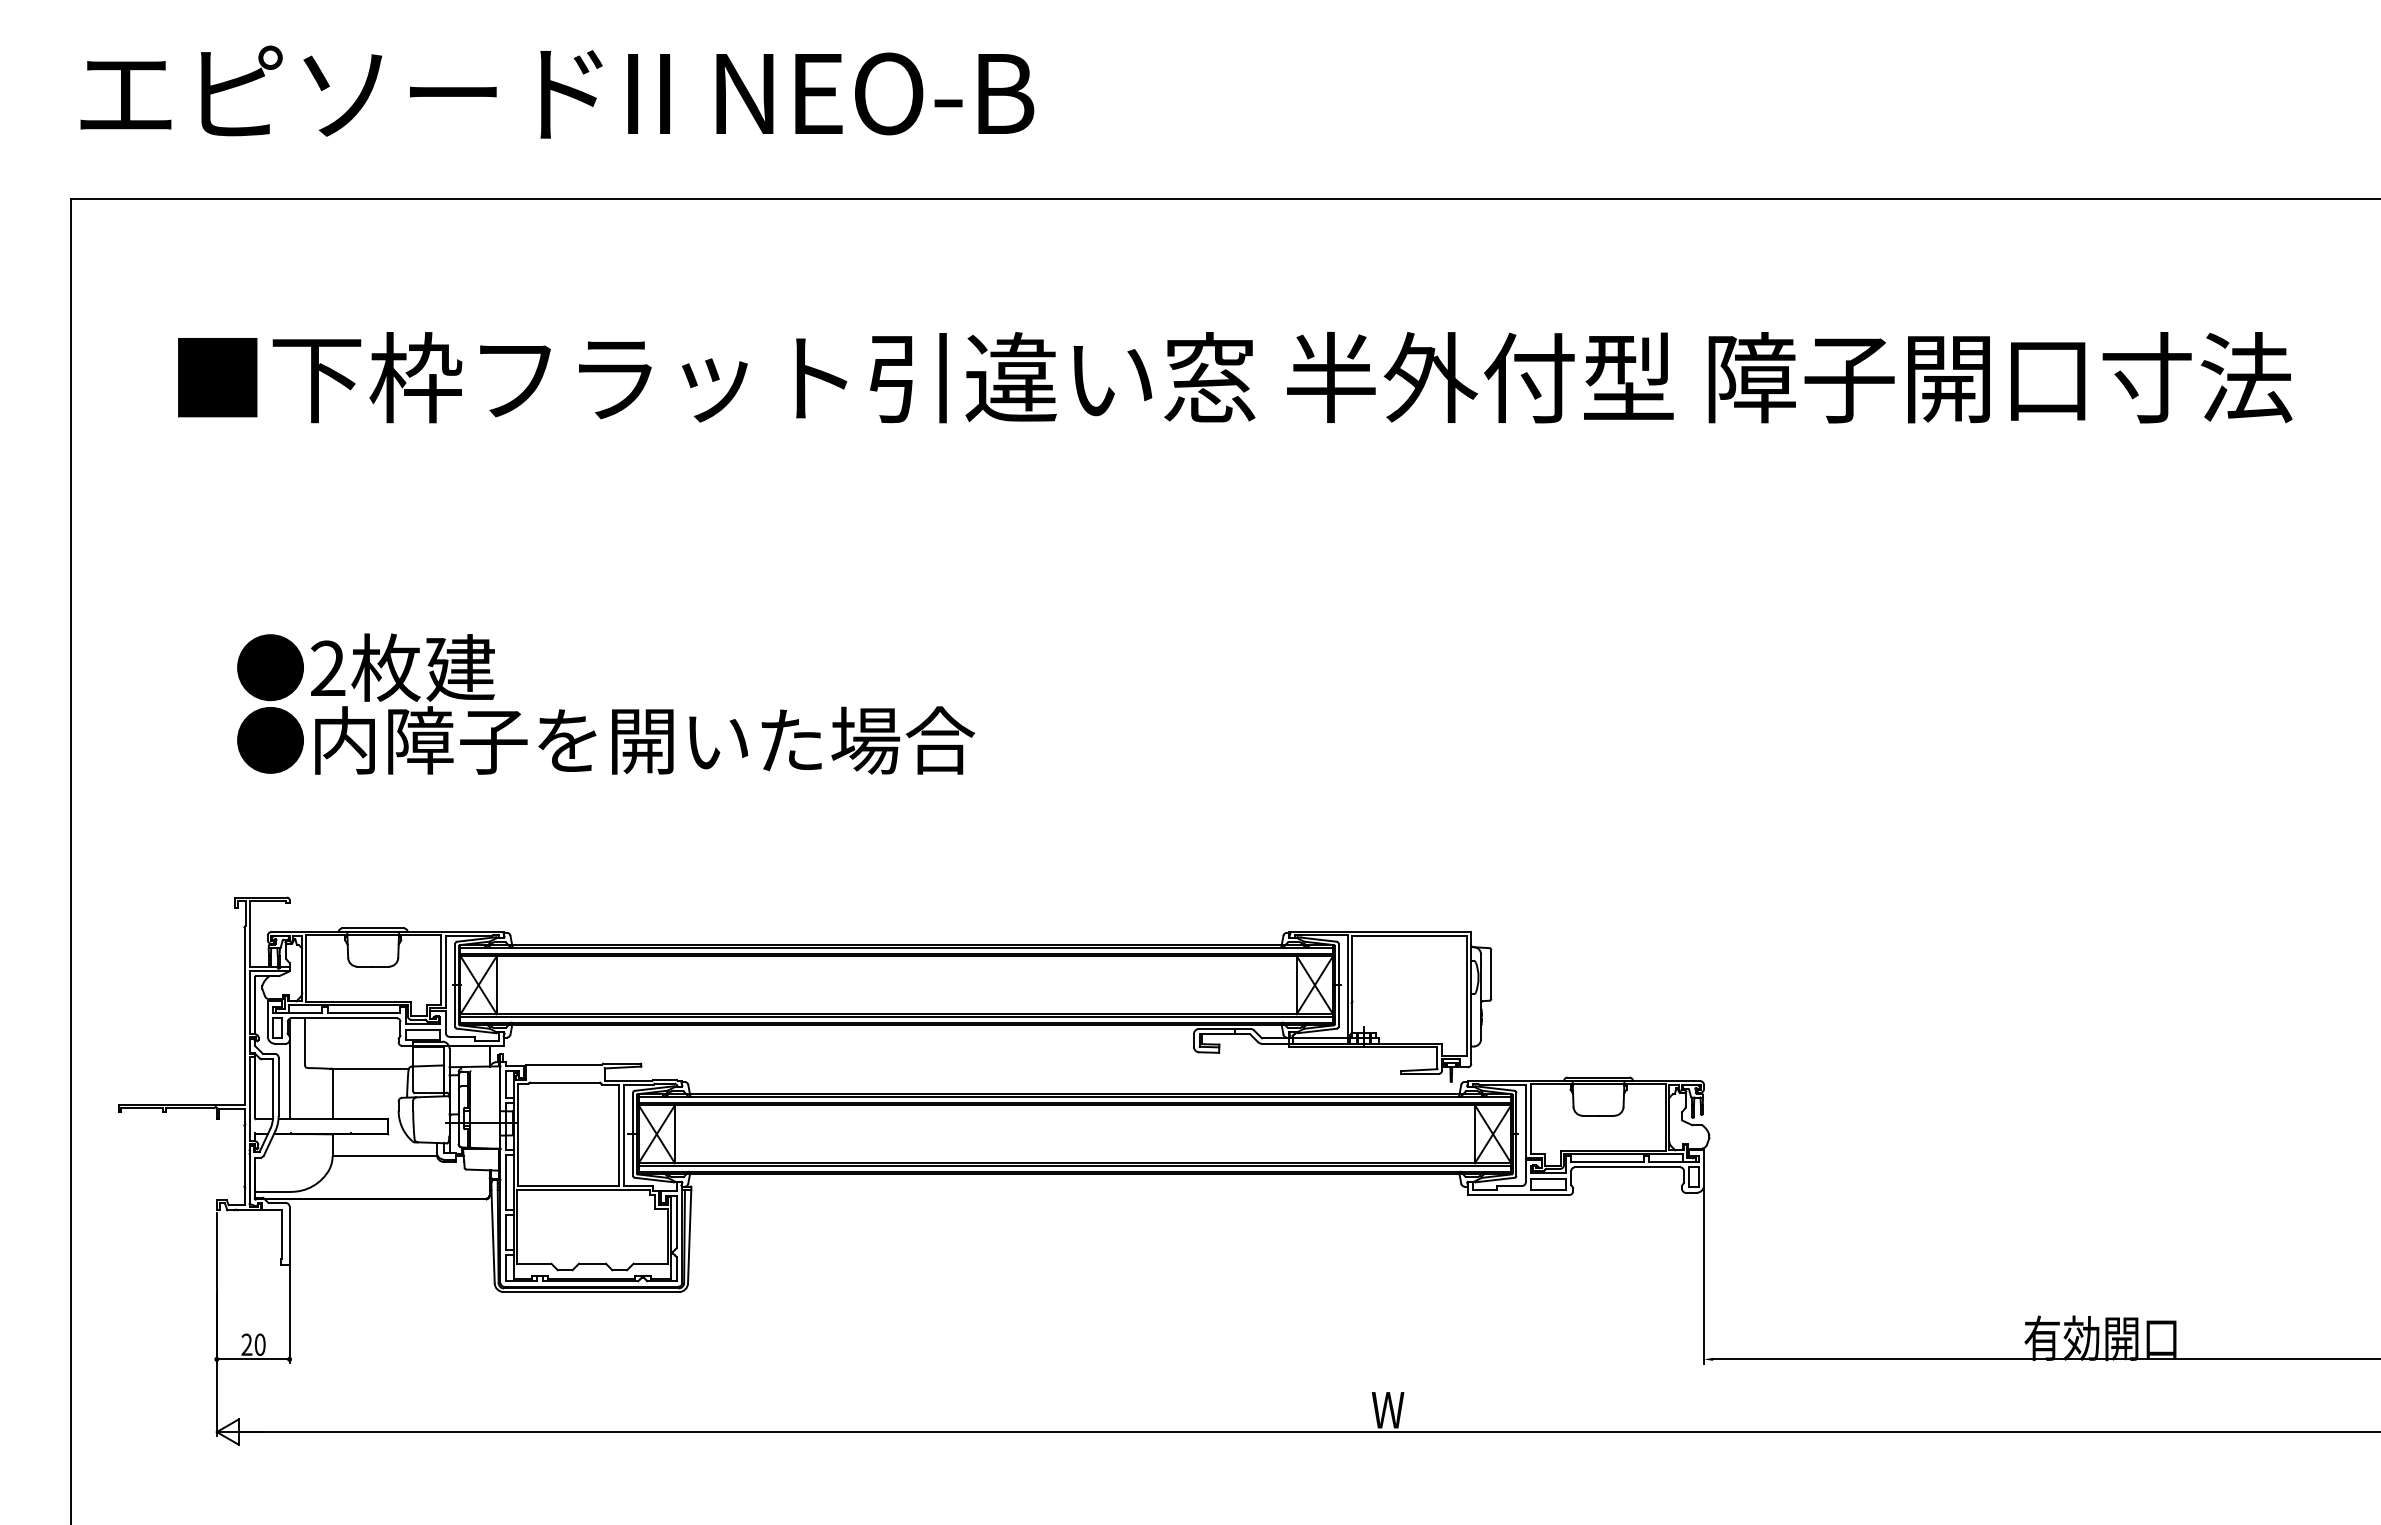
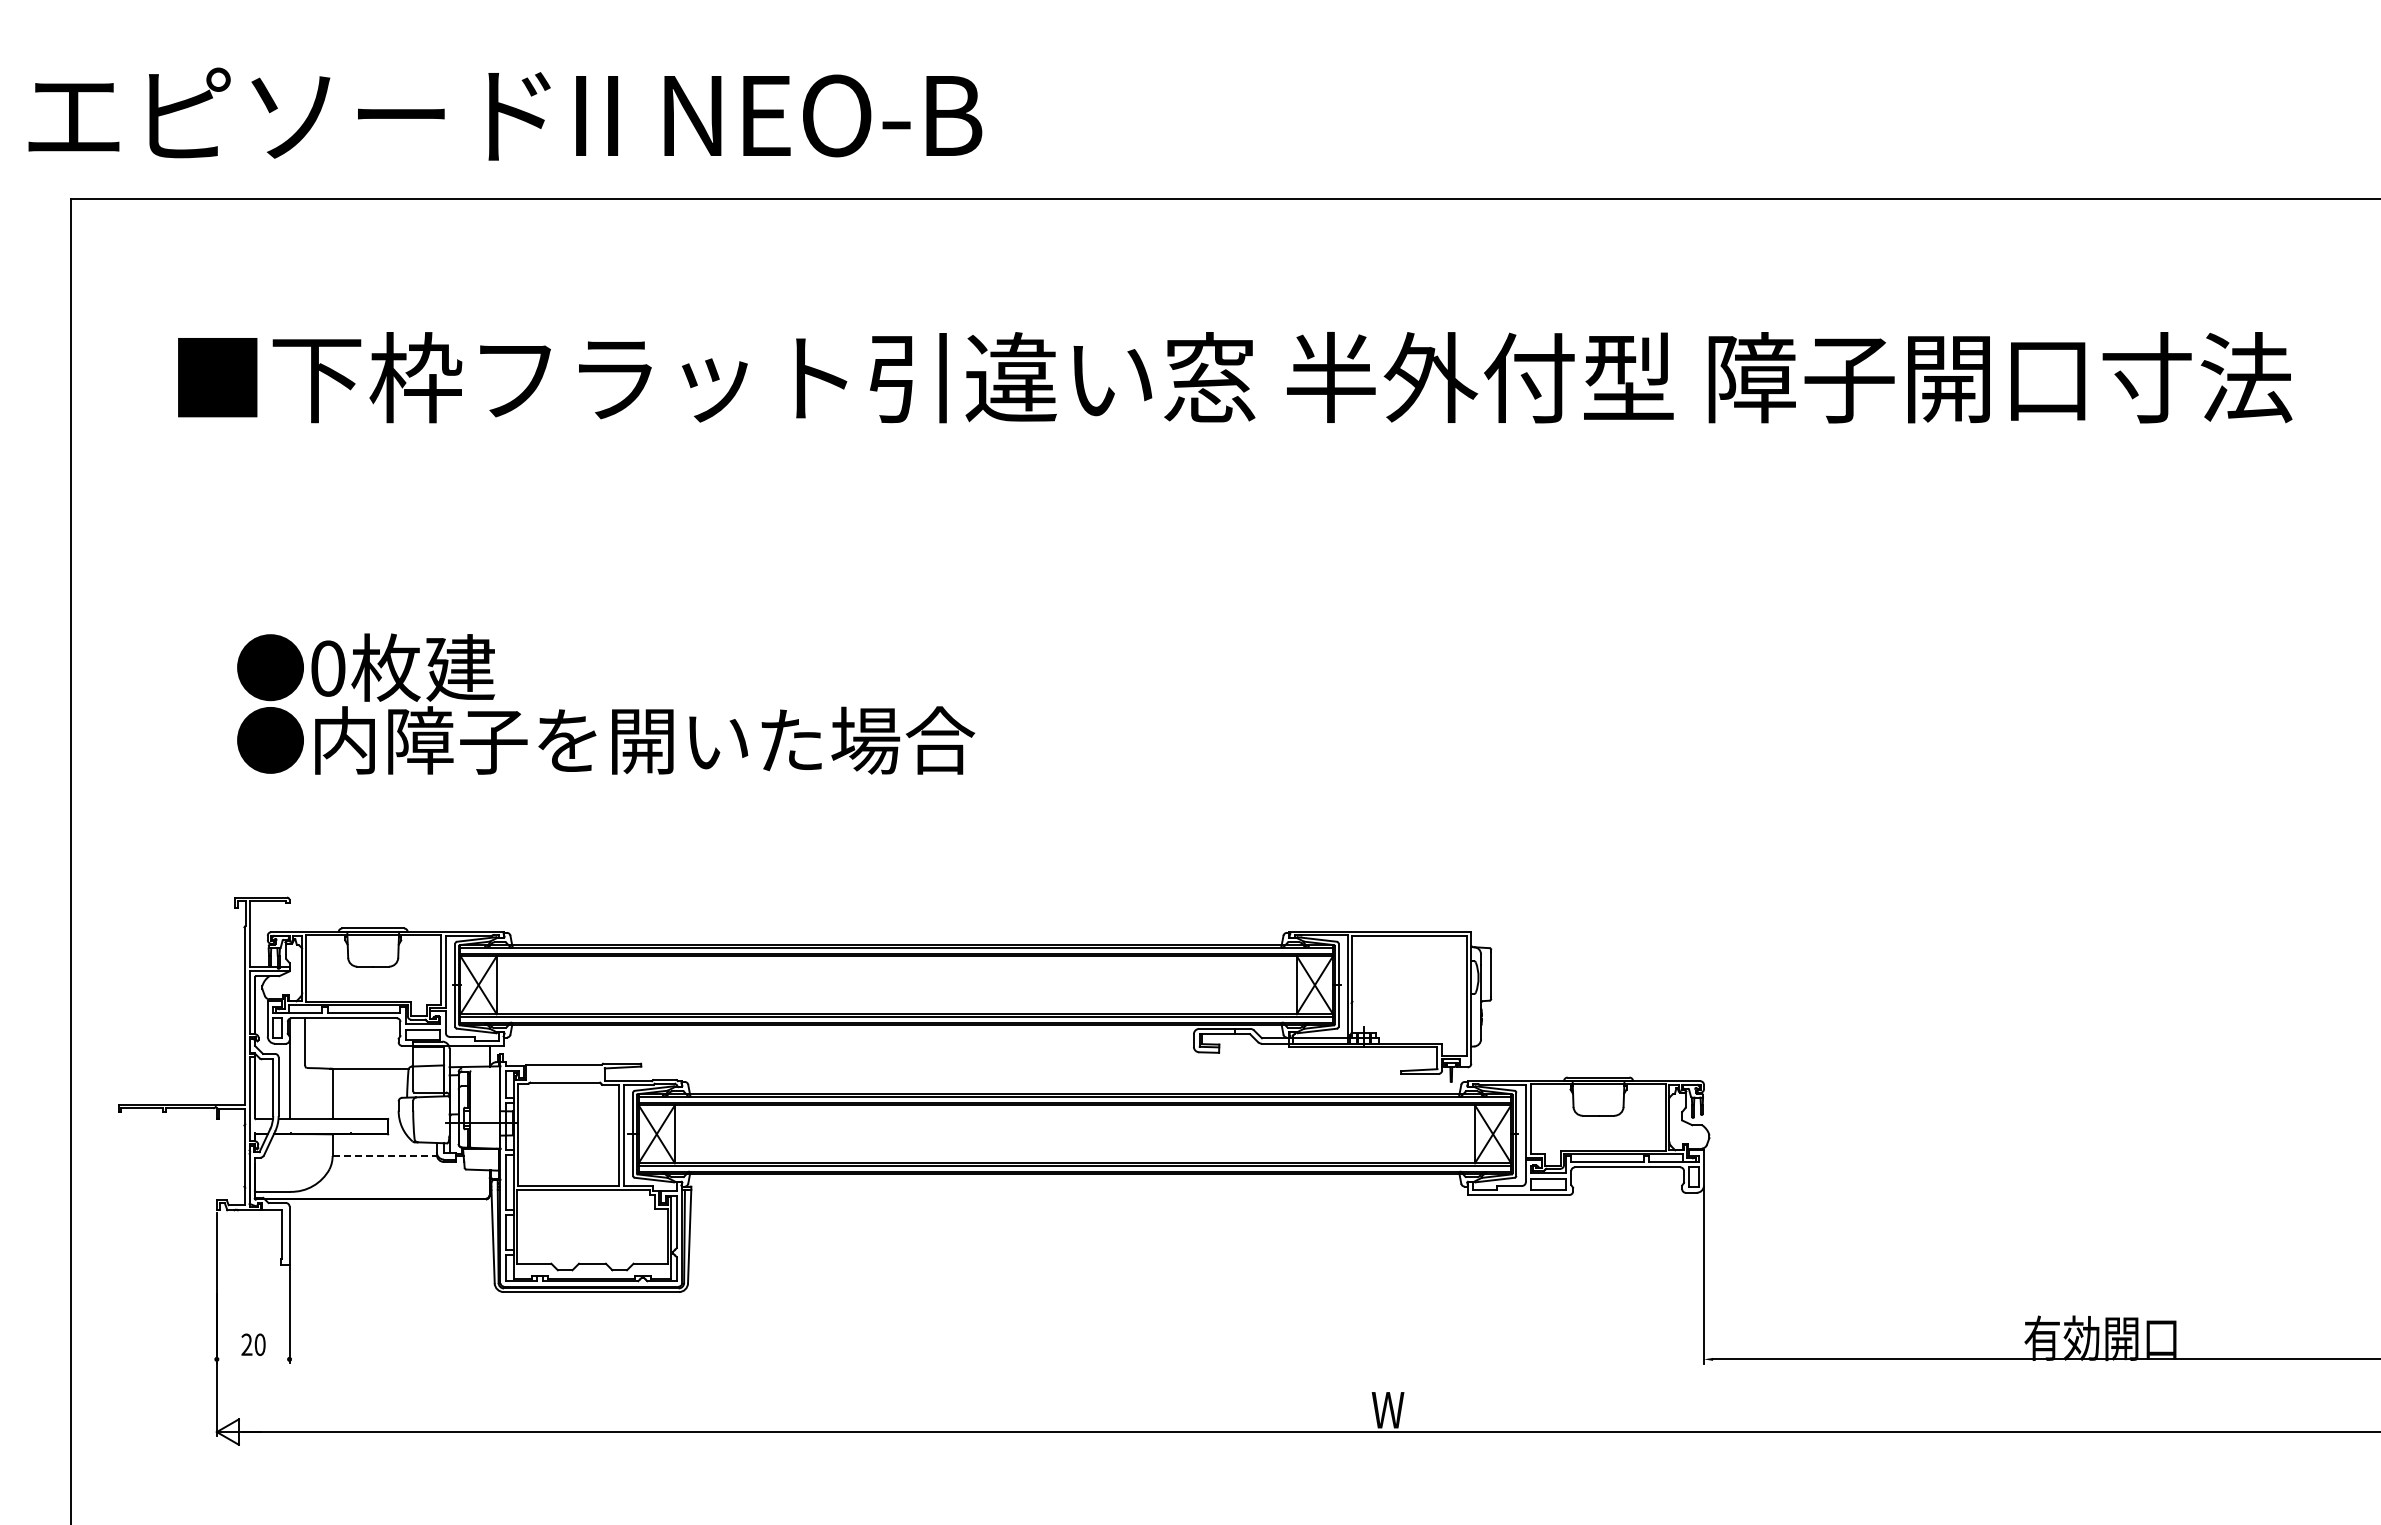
text at (557, 91) position: (557, 91) -> (505, 113)
text at (328, 668): 2 -> 0
line at (385, 1156): solid -> dashed
line at (252, 1359): present -> none
